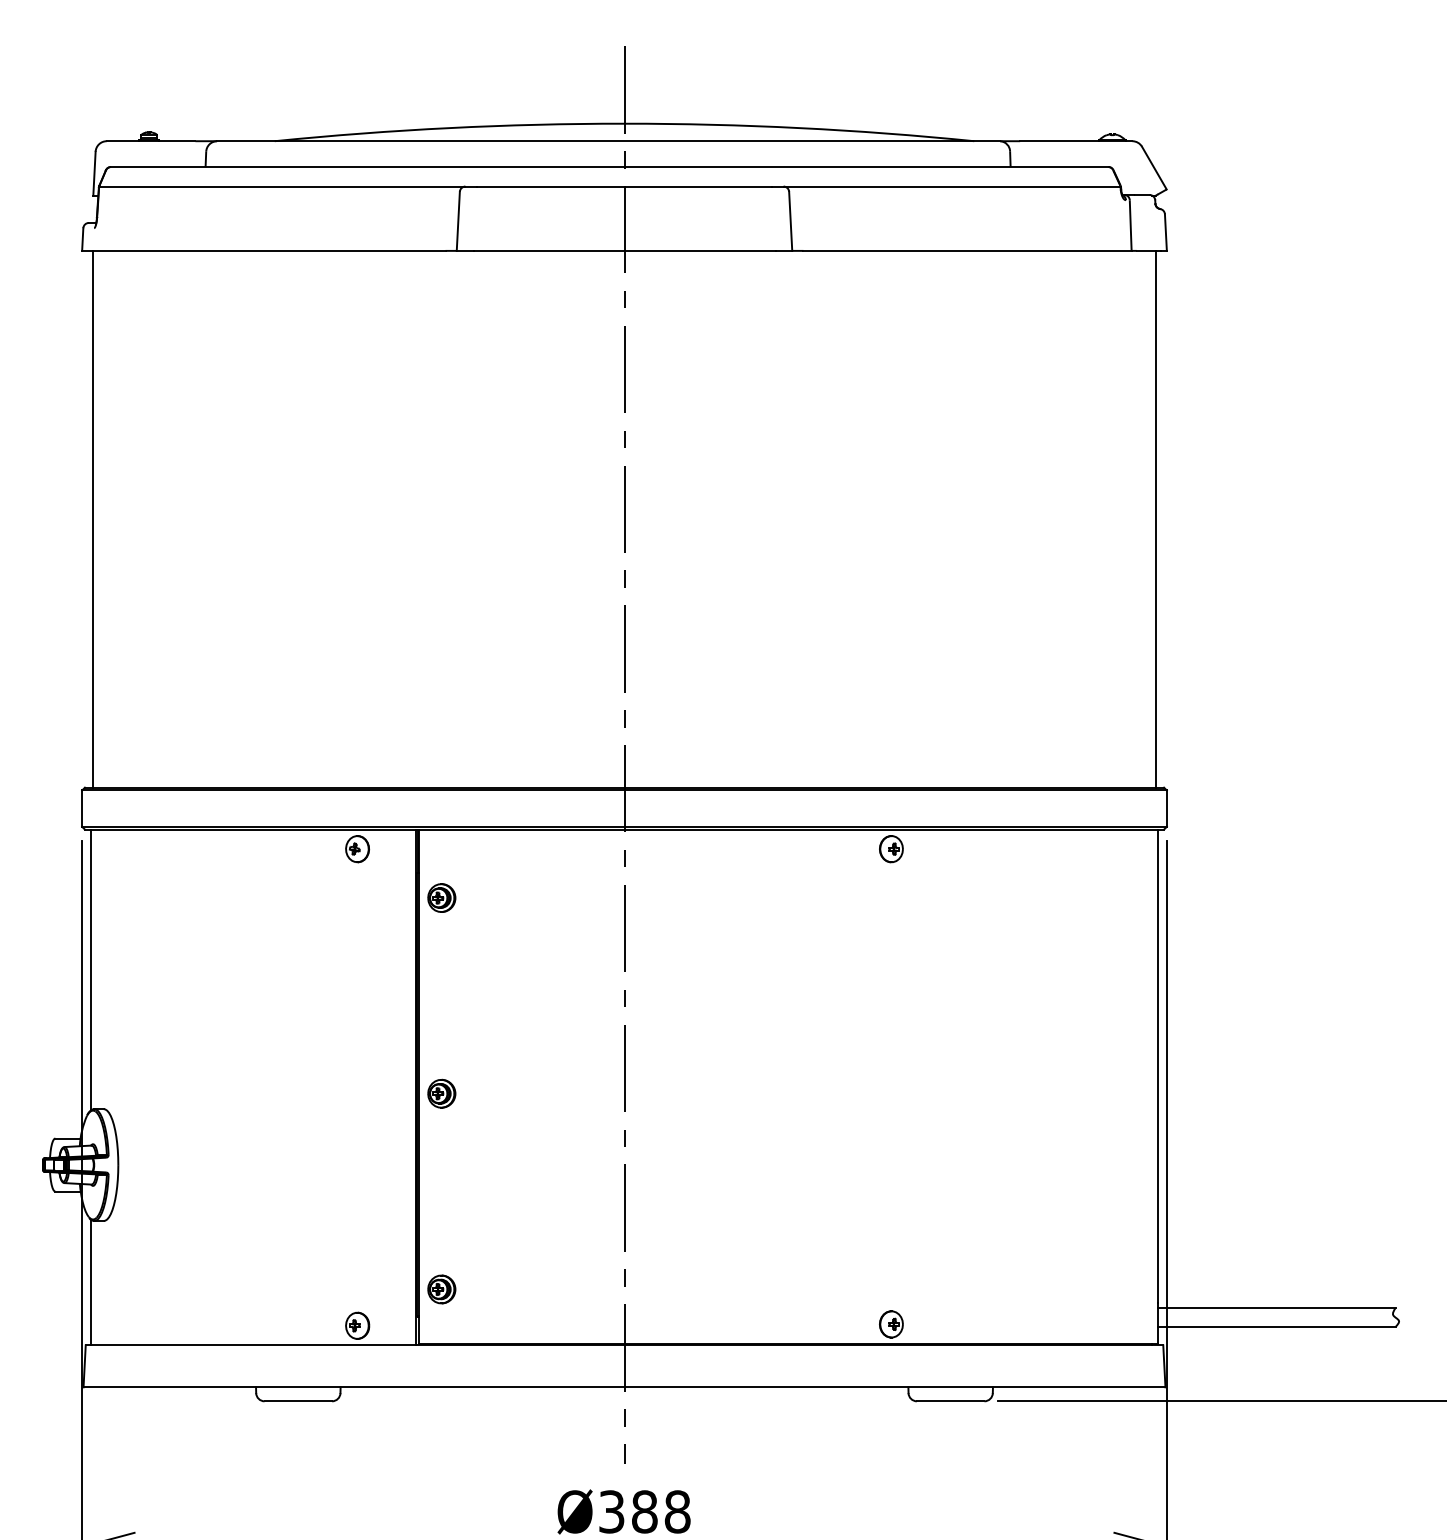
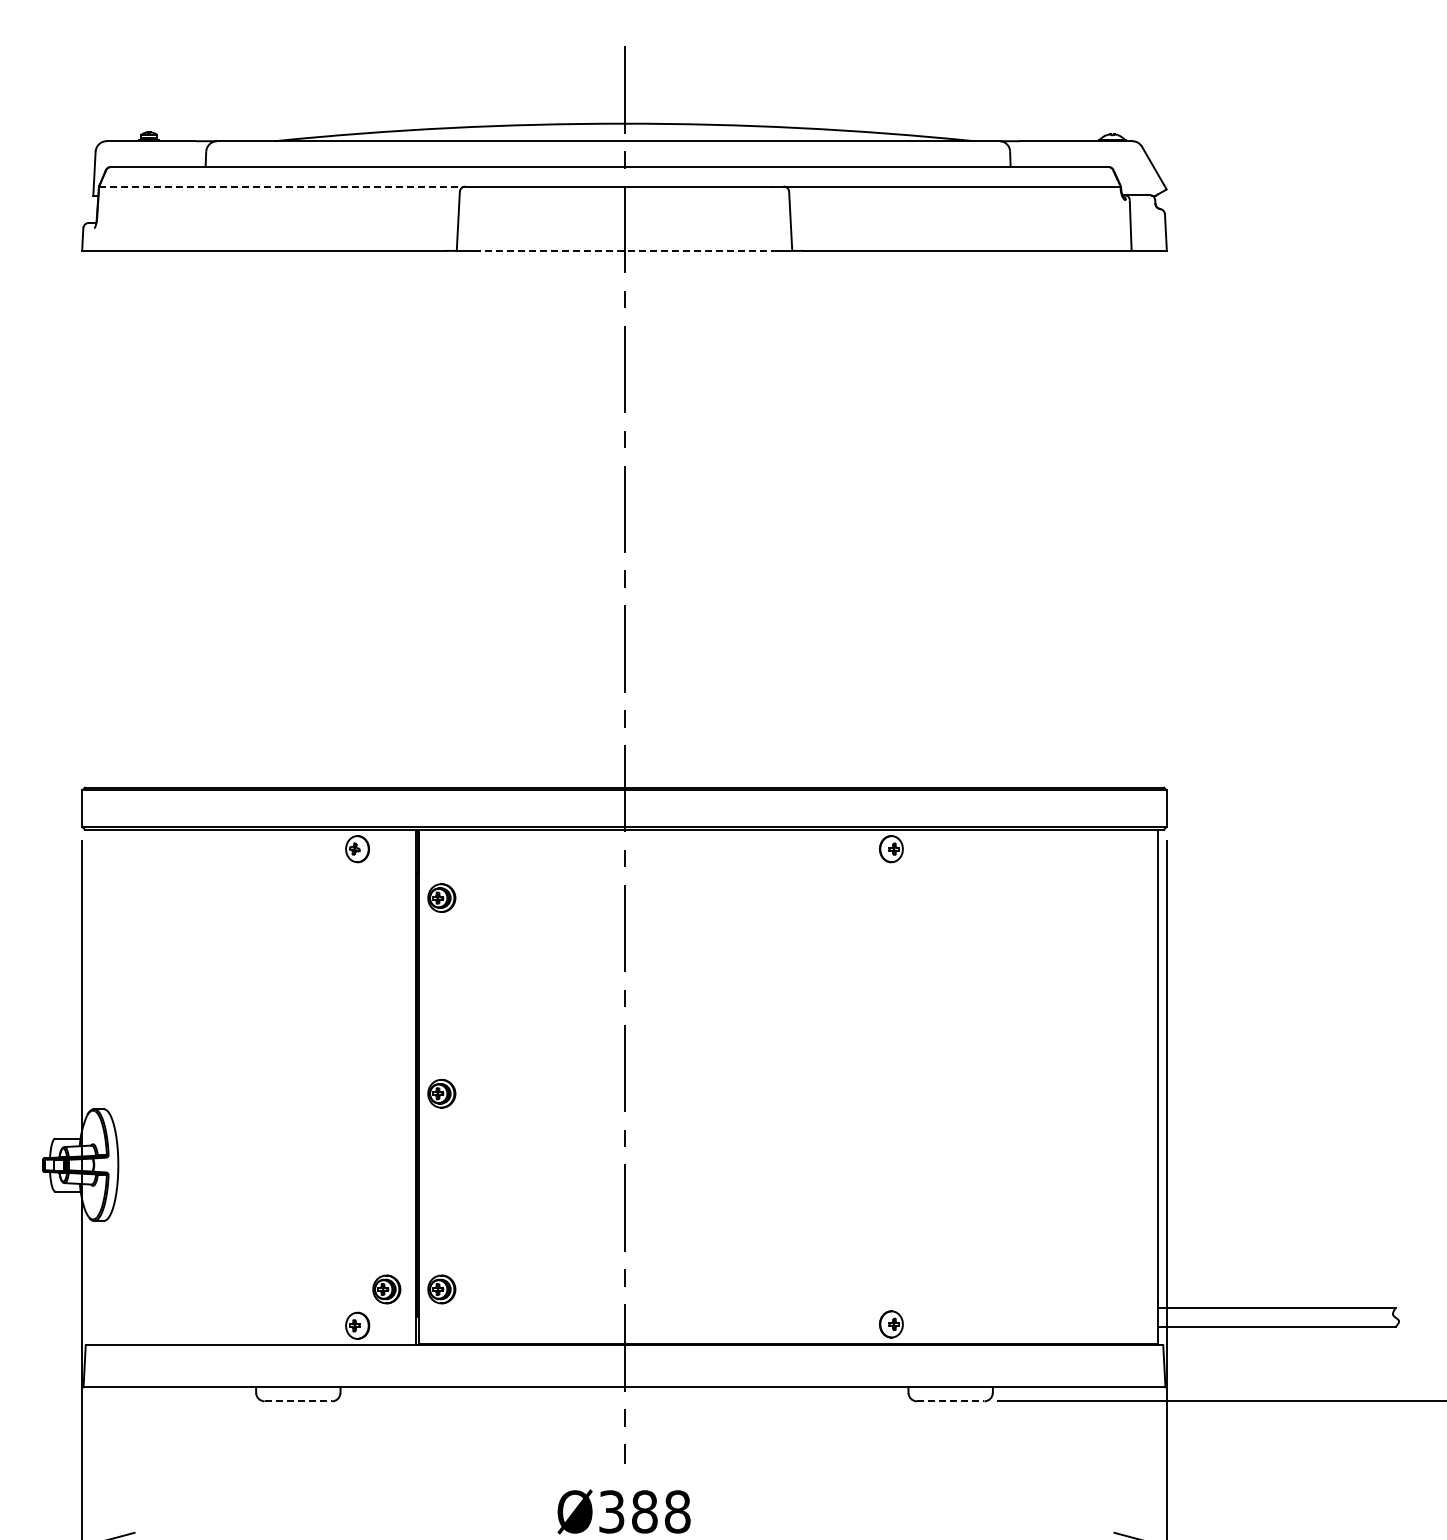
line at (282, 186): solid -> dashed
line at (624, 250): solid -> dashed
line at (93, 518): present -> none
line at (1155, 518): present -> none
line at (91, 969): present -> none
line at (91, 1282): present -> none
part at (386, 1289): none -> present
line at (298, 1401): solid -> dashed
line at (950, 1401): solid -> dashed
